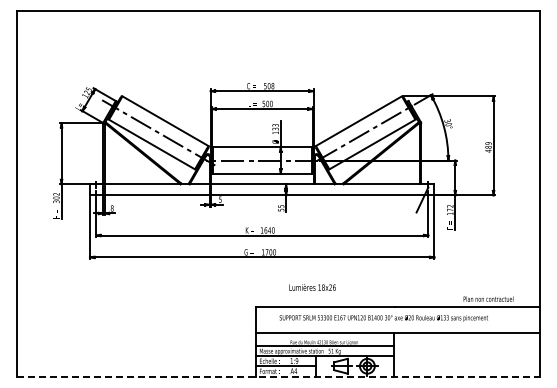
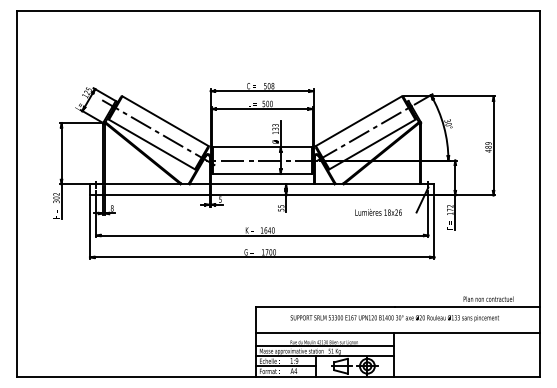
text at (312, 287) position: (312, 287) -> (378, 212)
text at (383, 318) position: (383, 318) -> (394, 318)
line at (278, 376): dashed -> solid
